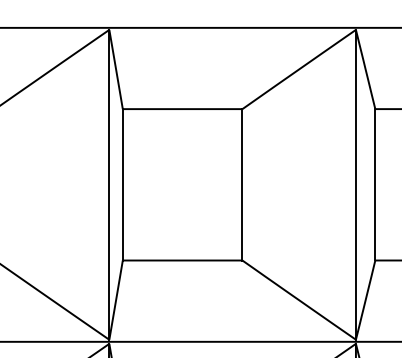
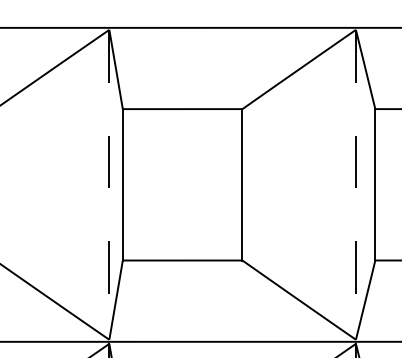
line at (109, 184): solid -> dashed
line at (355, 184): solid -> dashed
